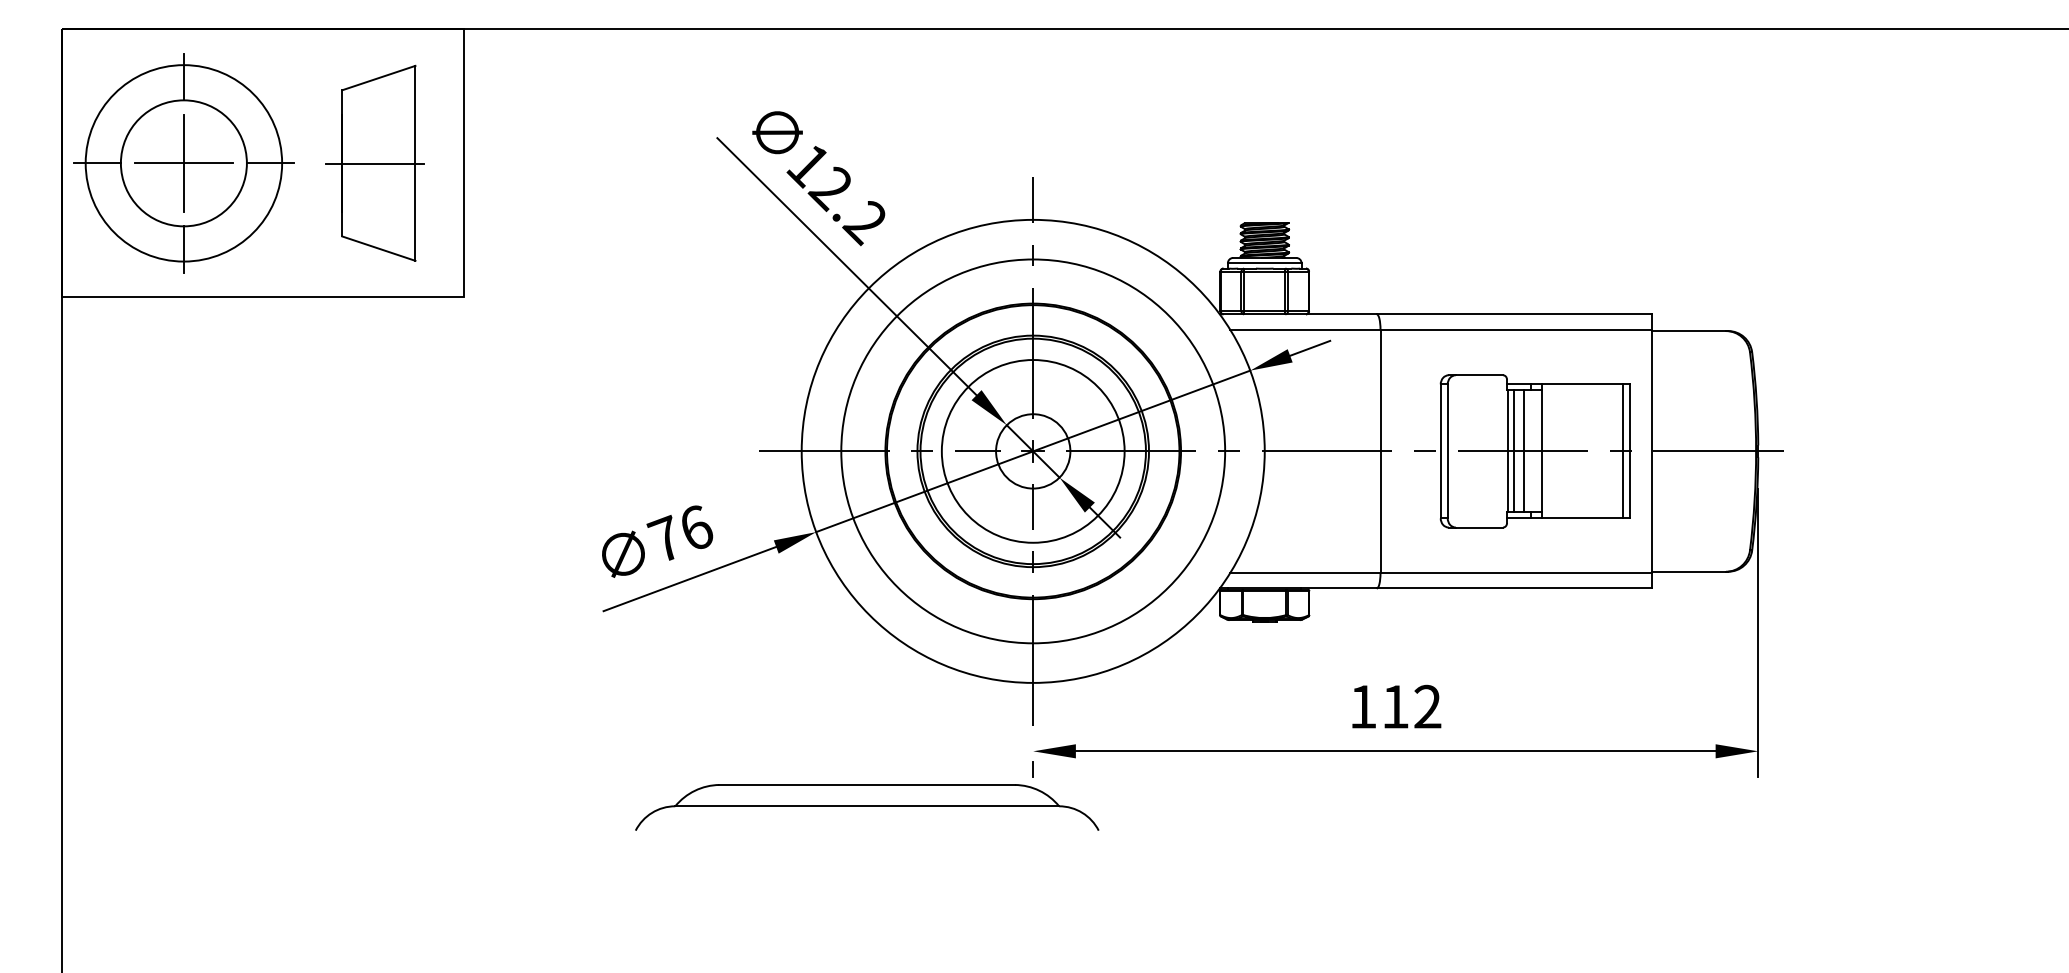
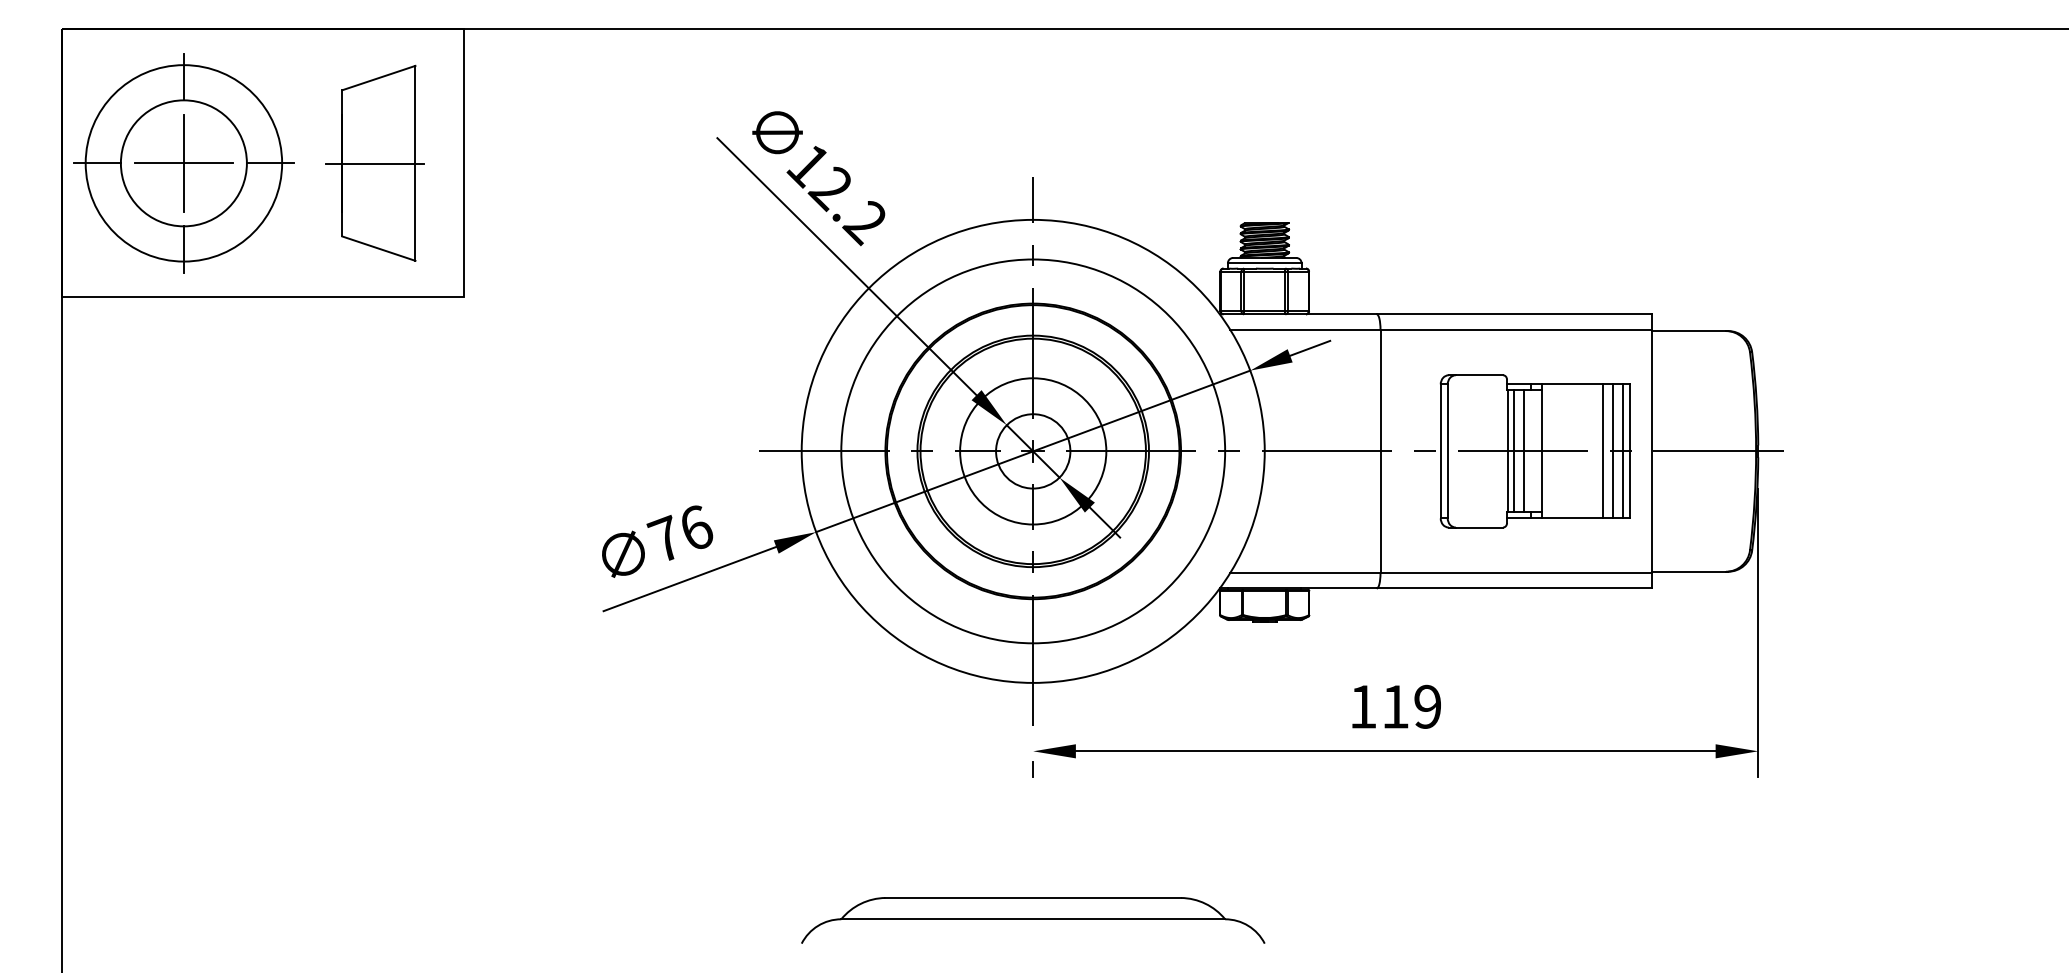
circle at (1032, 451) diameter: 183 px -> 146 px
line at (1603, 451): none -> present
line at (1613, 451): none -> present
text at (1427, 706): 112 -> 119
part at (867, 807) position: (867, 807) -> (1033, 920)
